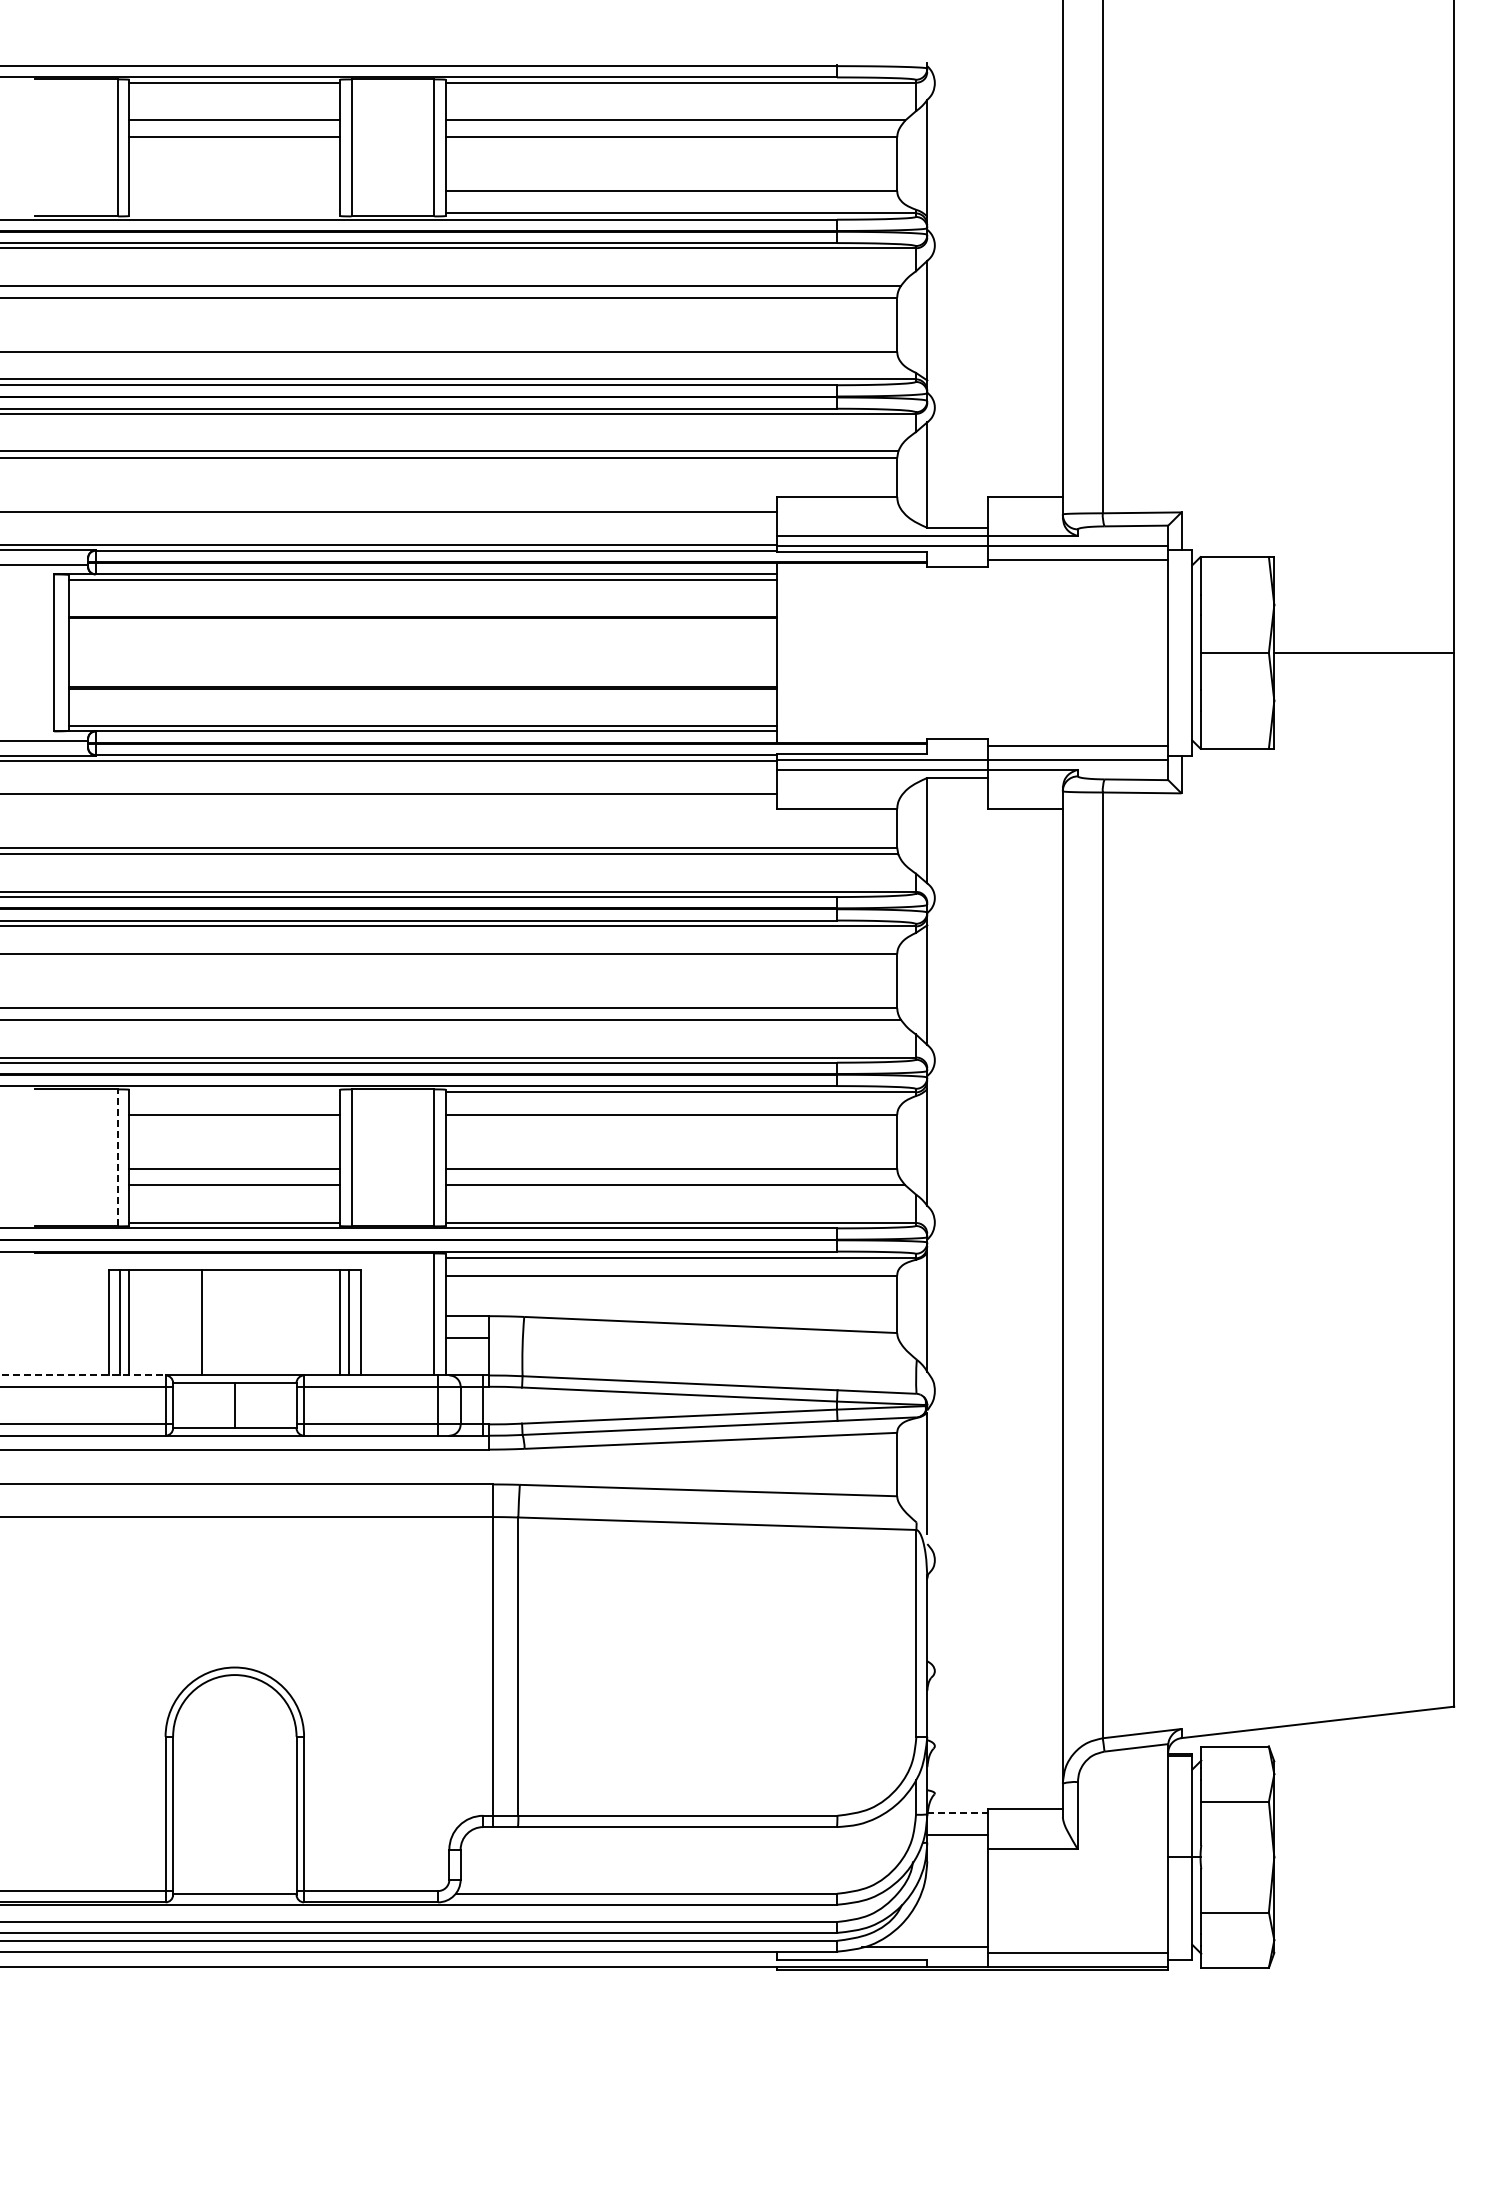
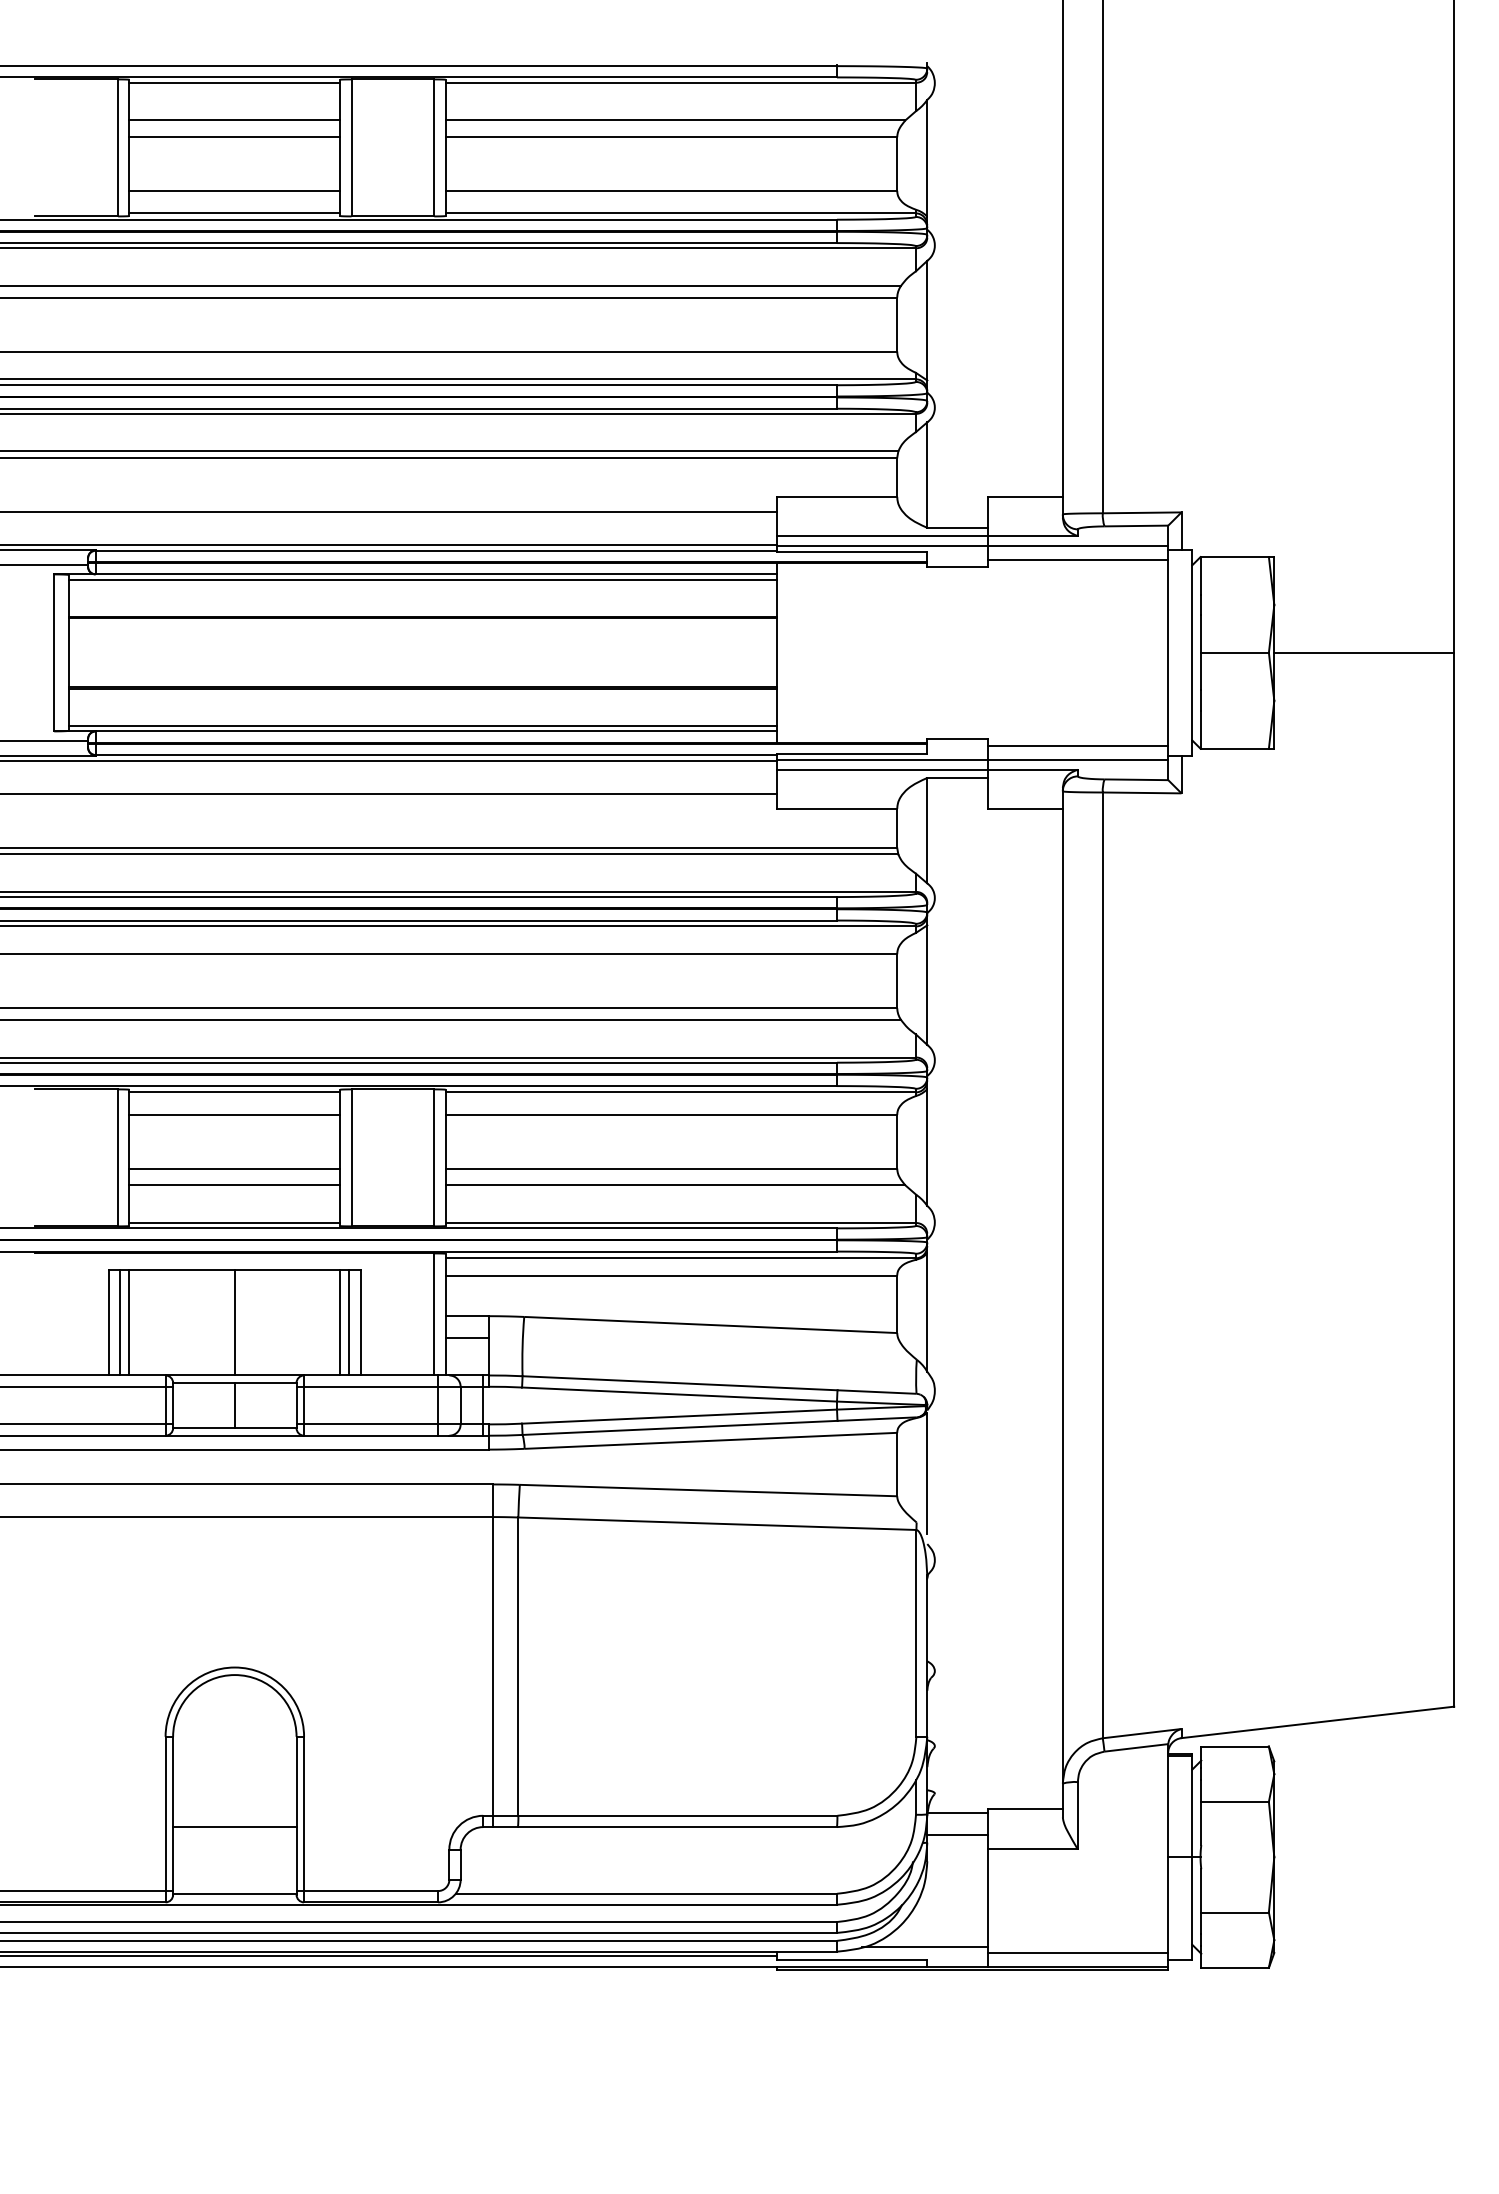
line at (234, 190): none -> present
line at (234, 213): none -> present
line at (234, 1092): none -> present
line at (118, 1157): dashed -> solid
line at (201, 1322) position: (201, 1322) -> (234, 1322)
line at (83, 1375): dashed -> solid
line at (957, 1812): dashed -> solid
line at (234, 1827): none -> present
line at (389, 1956): none -> present
